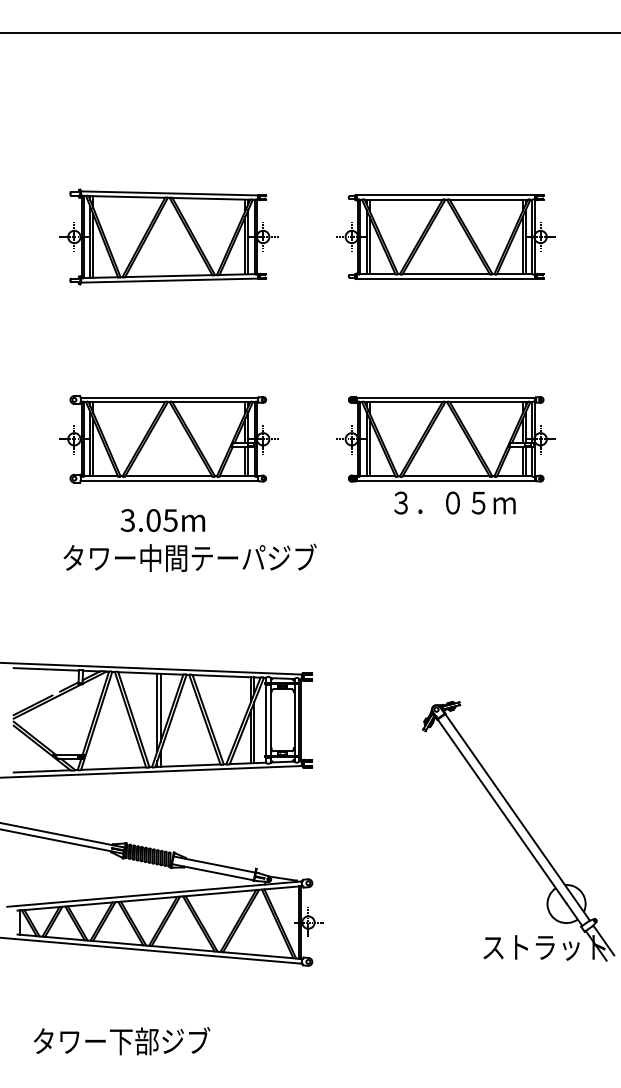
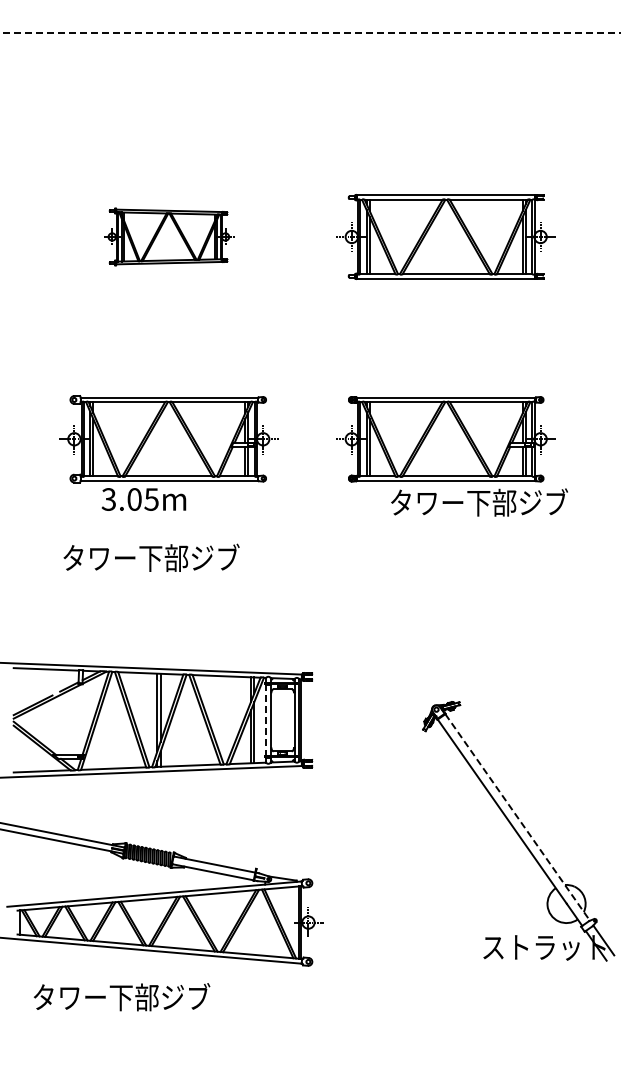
line at (310, 32): solid -> dashed
part at (168, 236) size: 220x98 px -> 131x60 px
text at (479, 502): ３．０５ｍ -> タワー下部ジブ
text at (162, 520) position: (162, 520) -> (143, 499)
text at (227, 557): タワー中間テーパジブ -> タワー下部ジブ
line at (266, 720): solid -> dashed
line at (517, 817): solid -> dashed
text at (121, 1041) position: (121, 1041) -> (121, 997)
